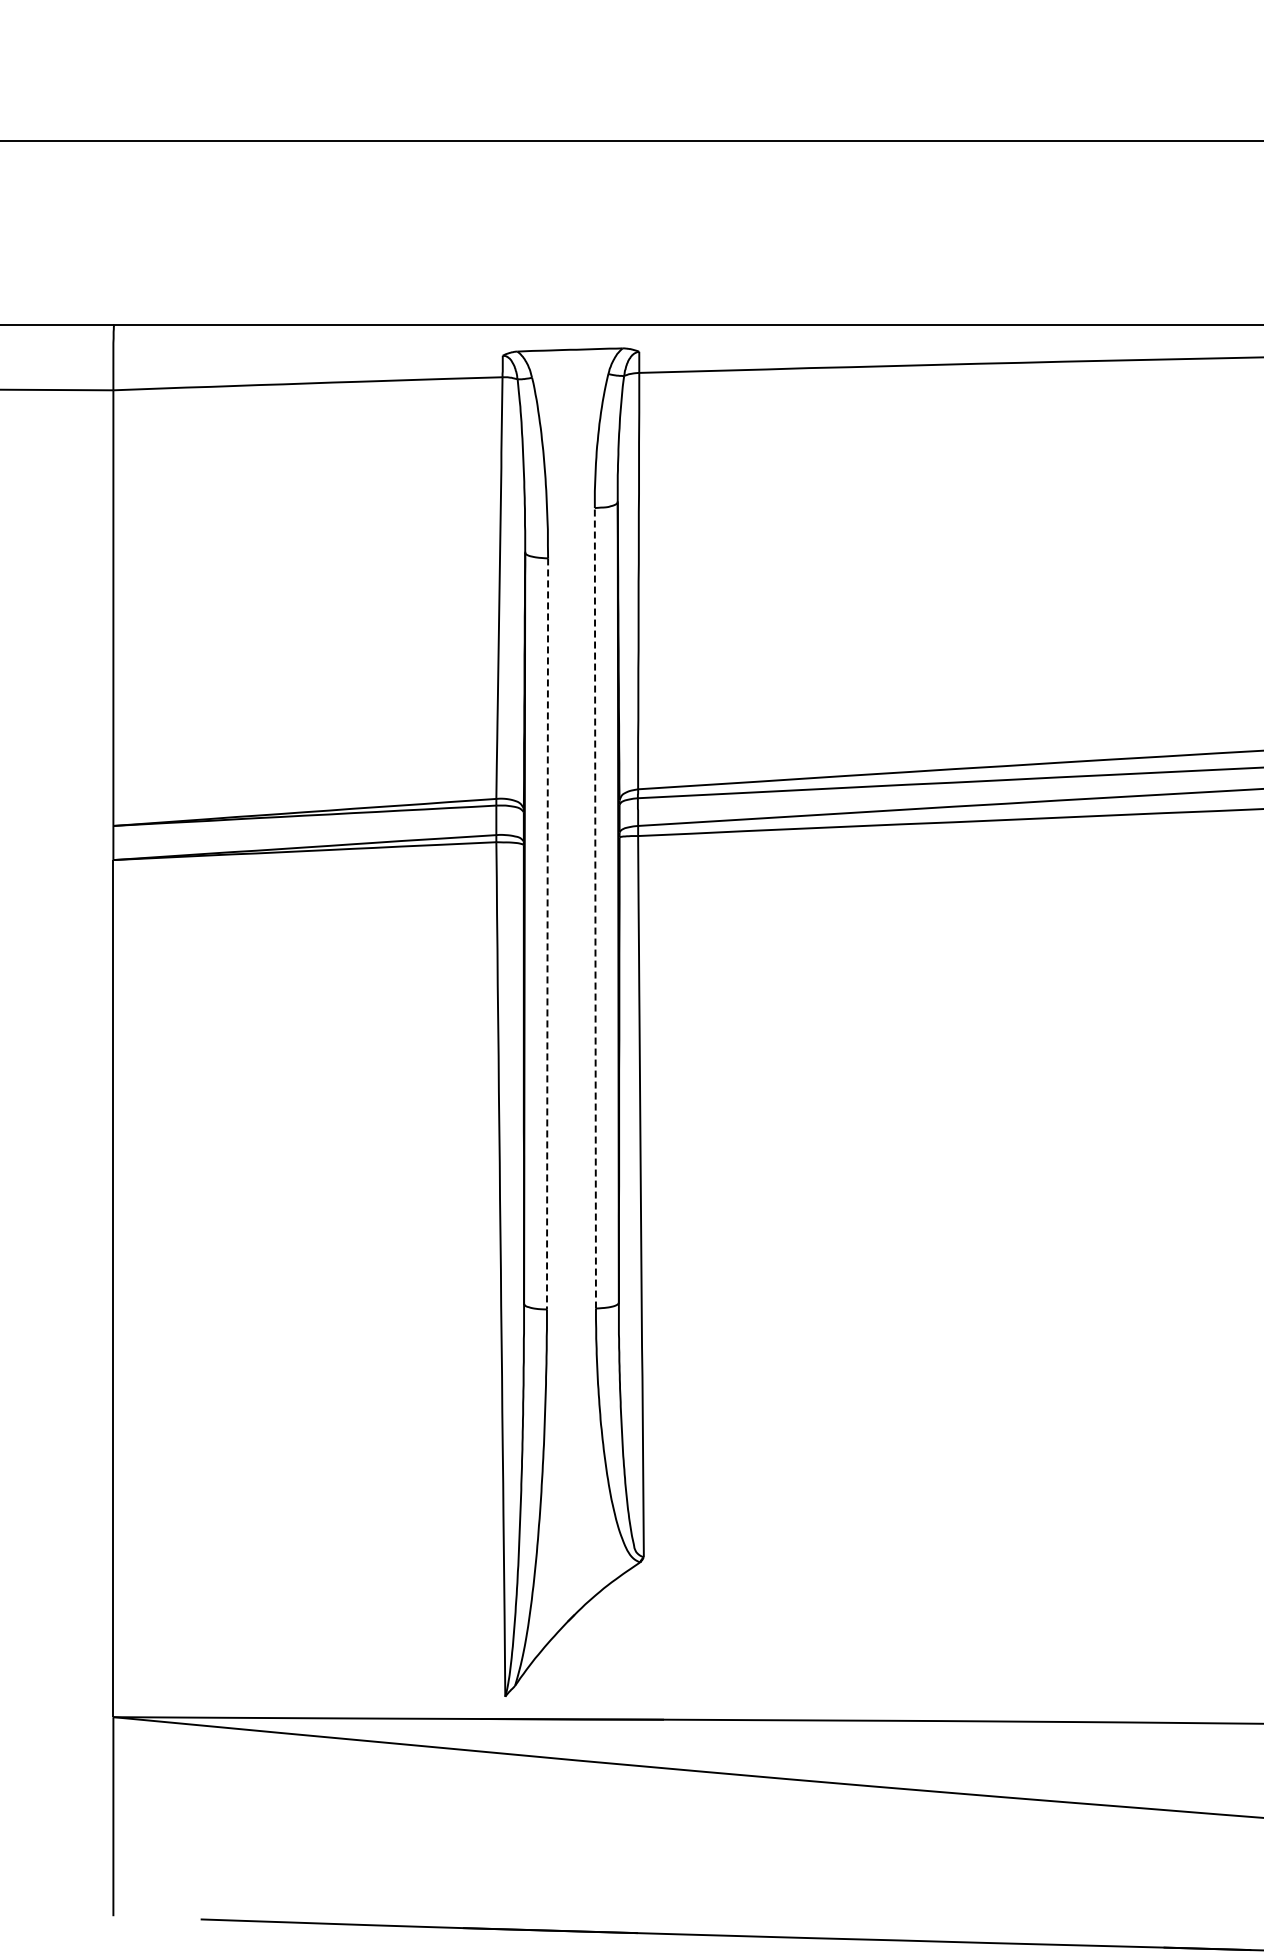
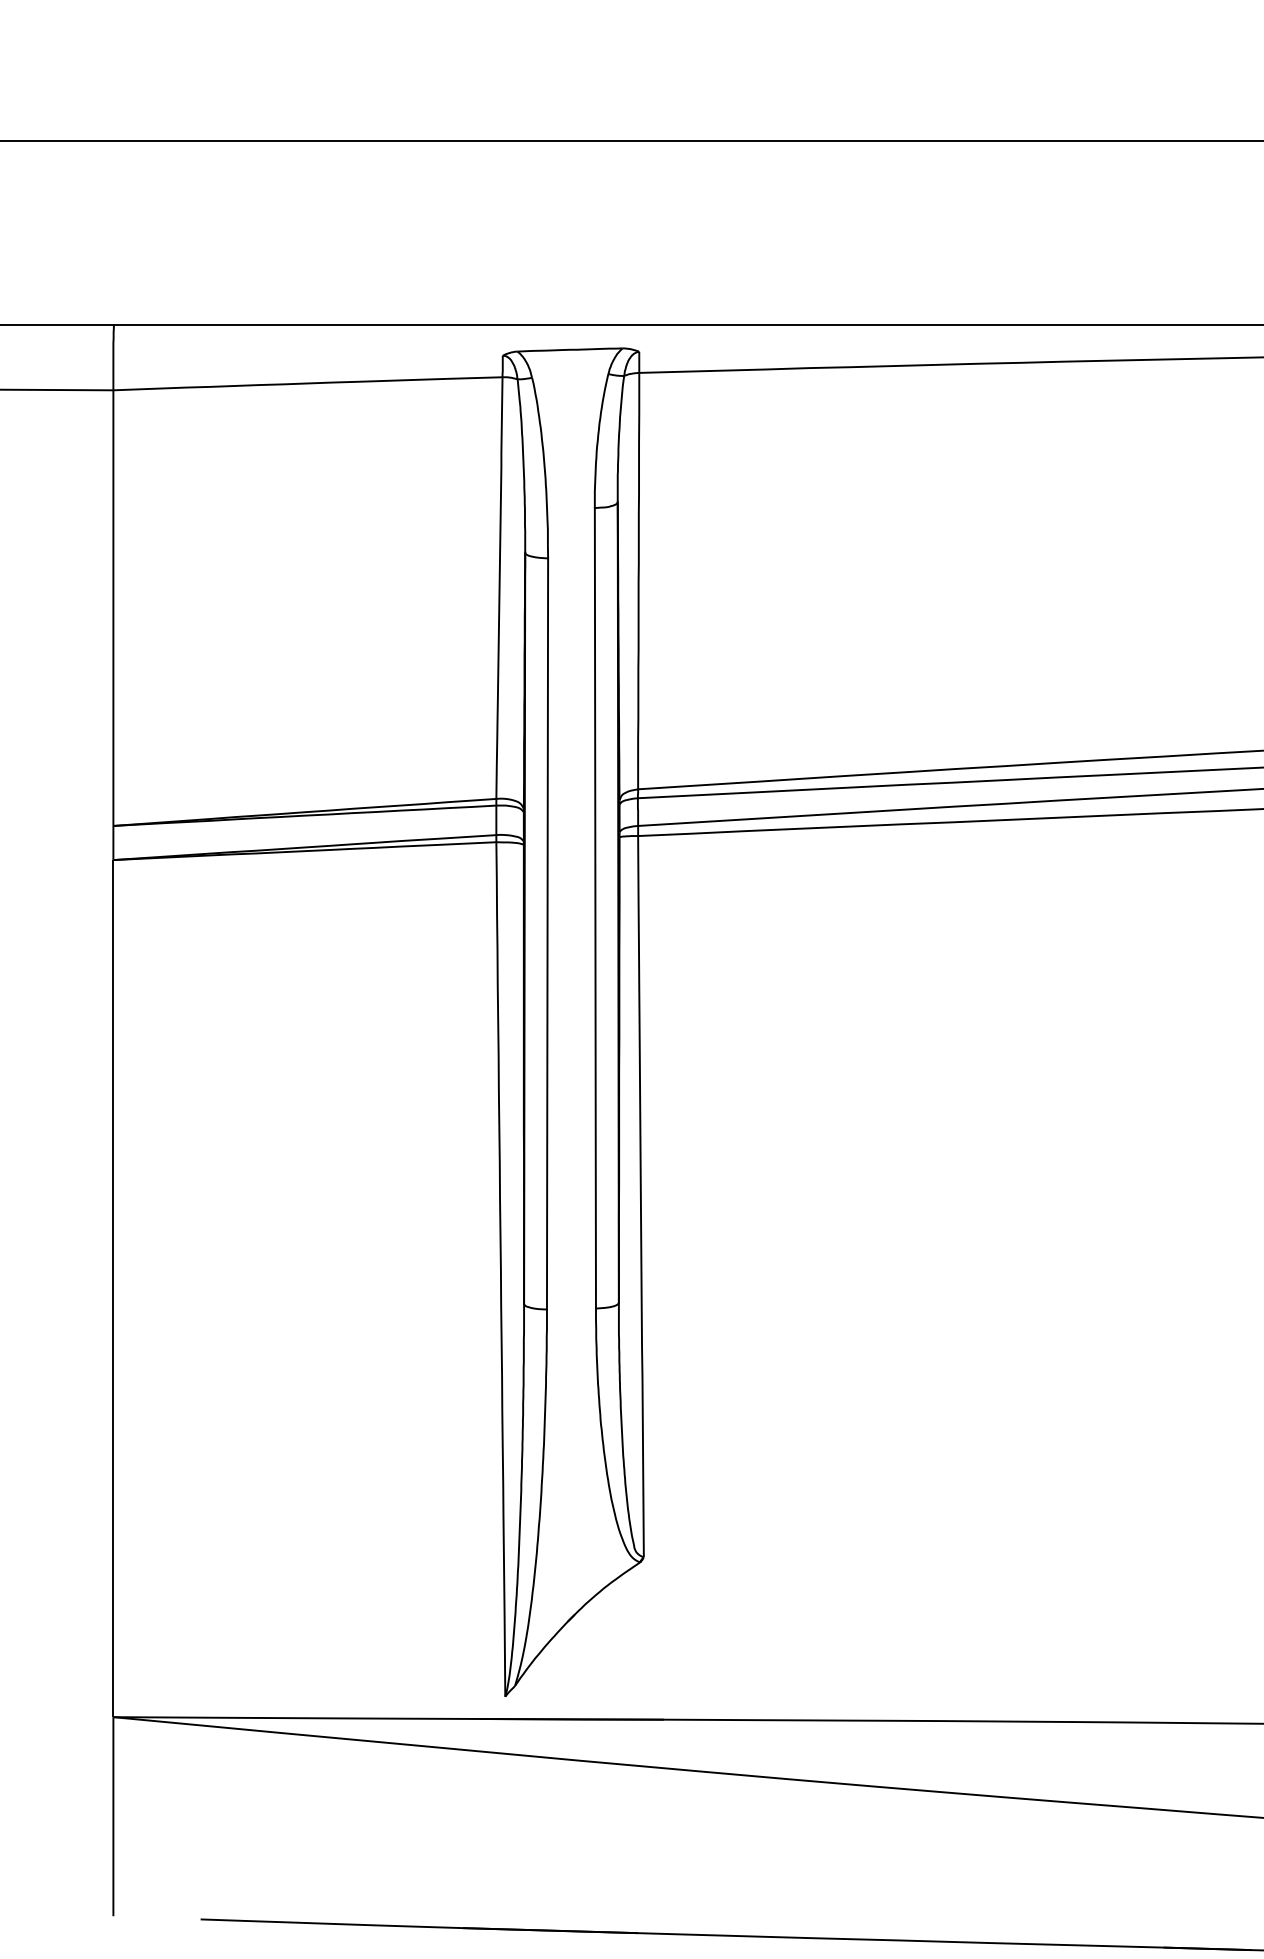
line at (595, 907): dashed -> solid
line at (547, 933): dashed -> solid
